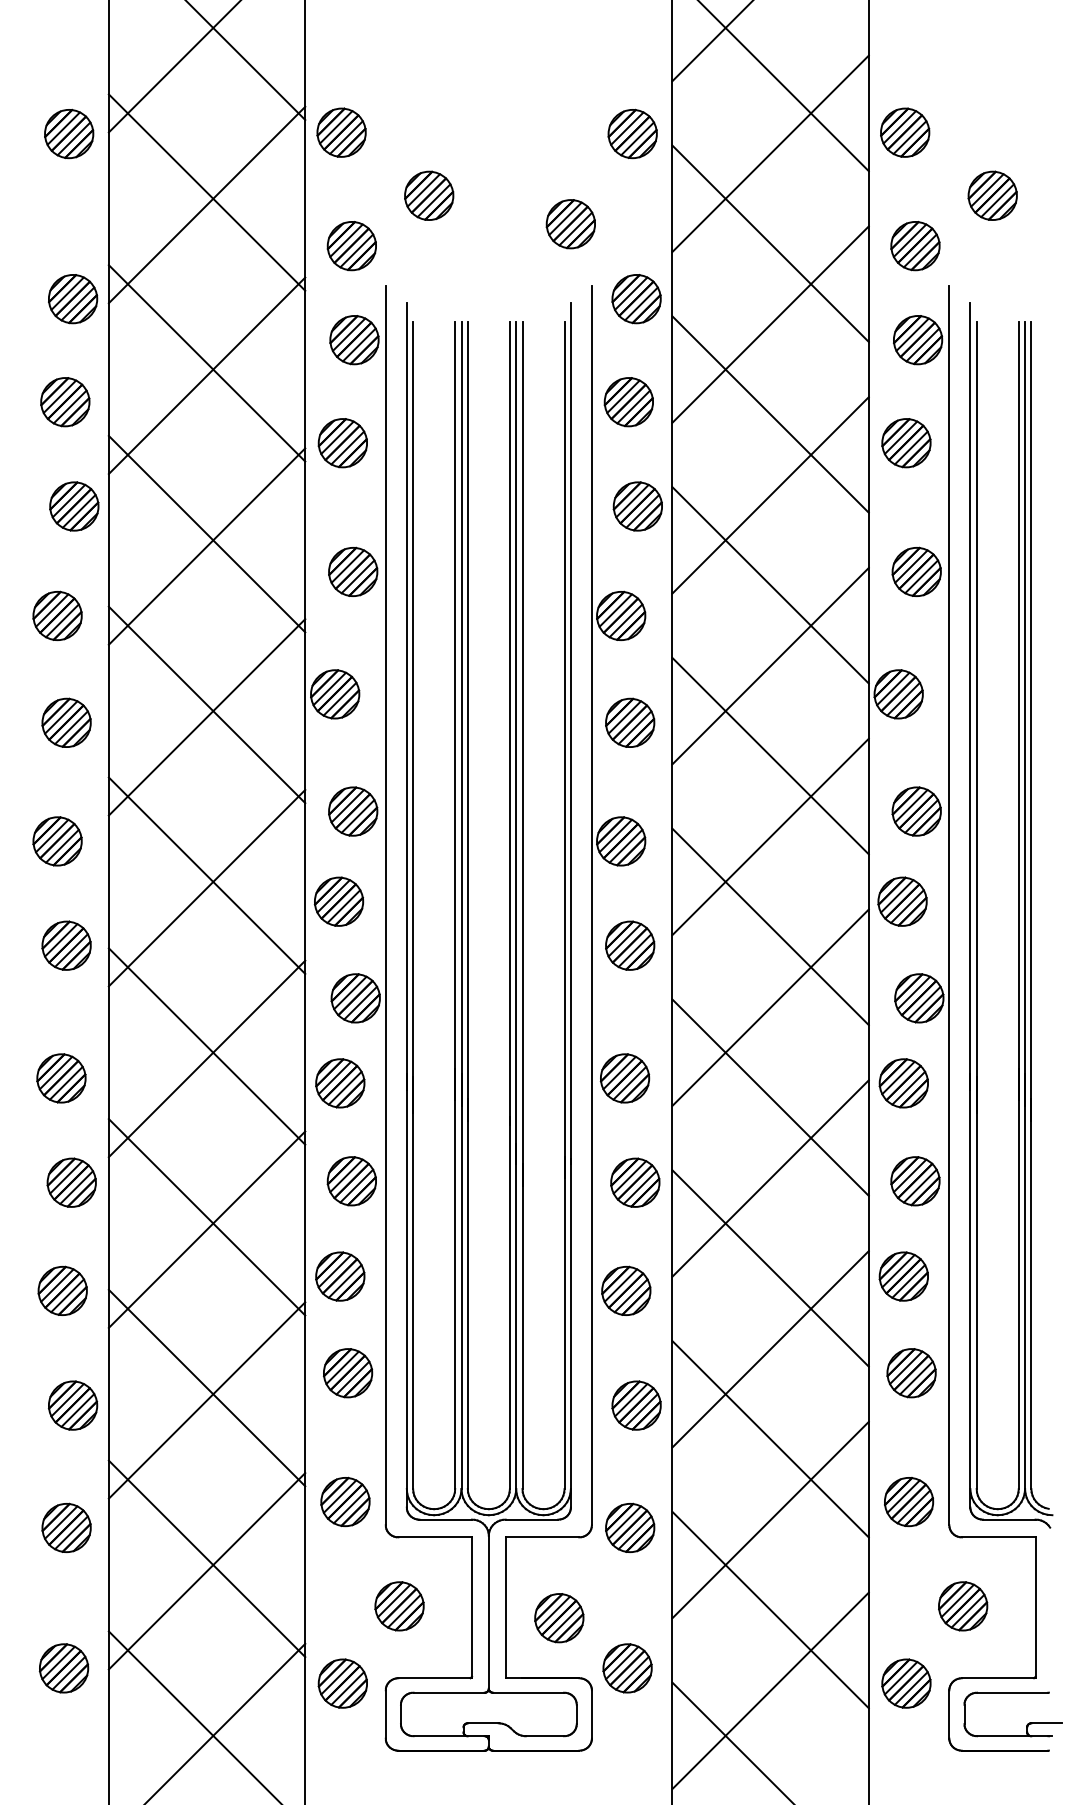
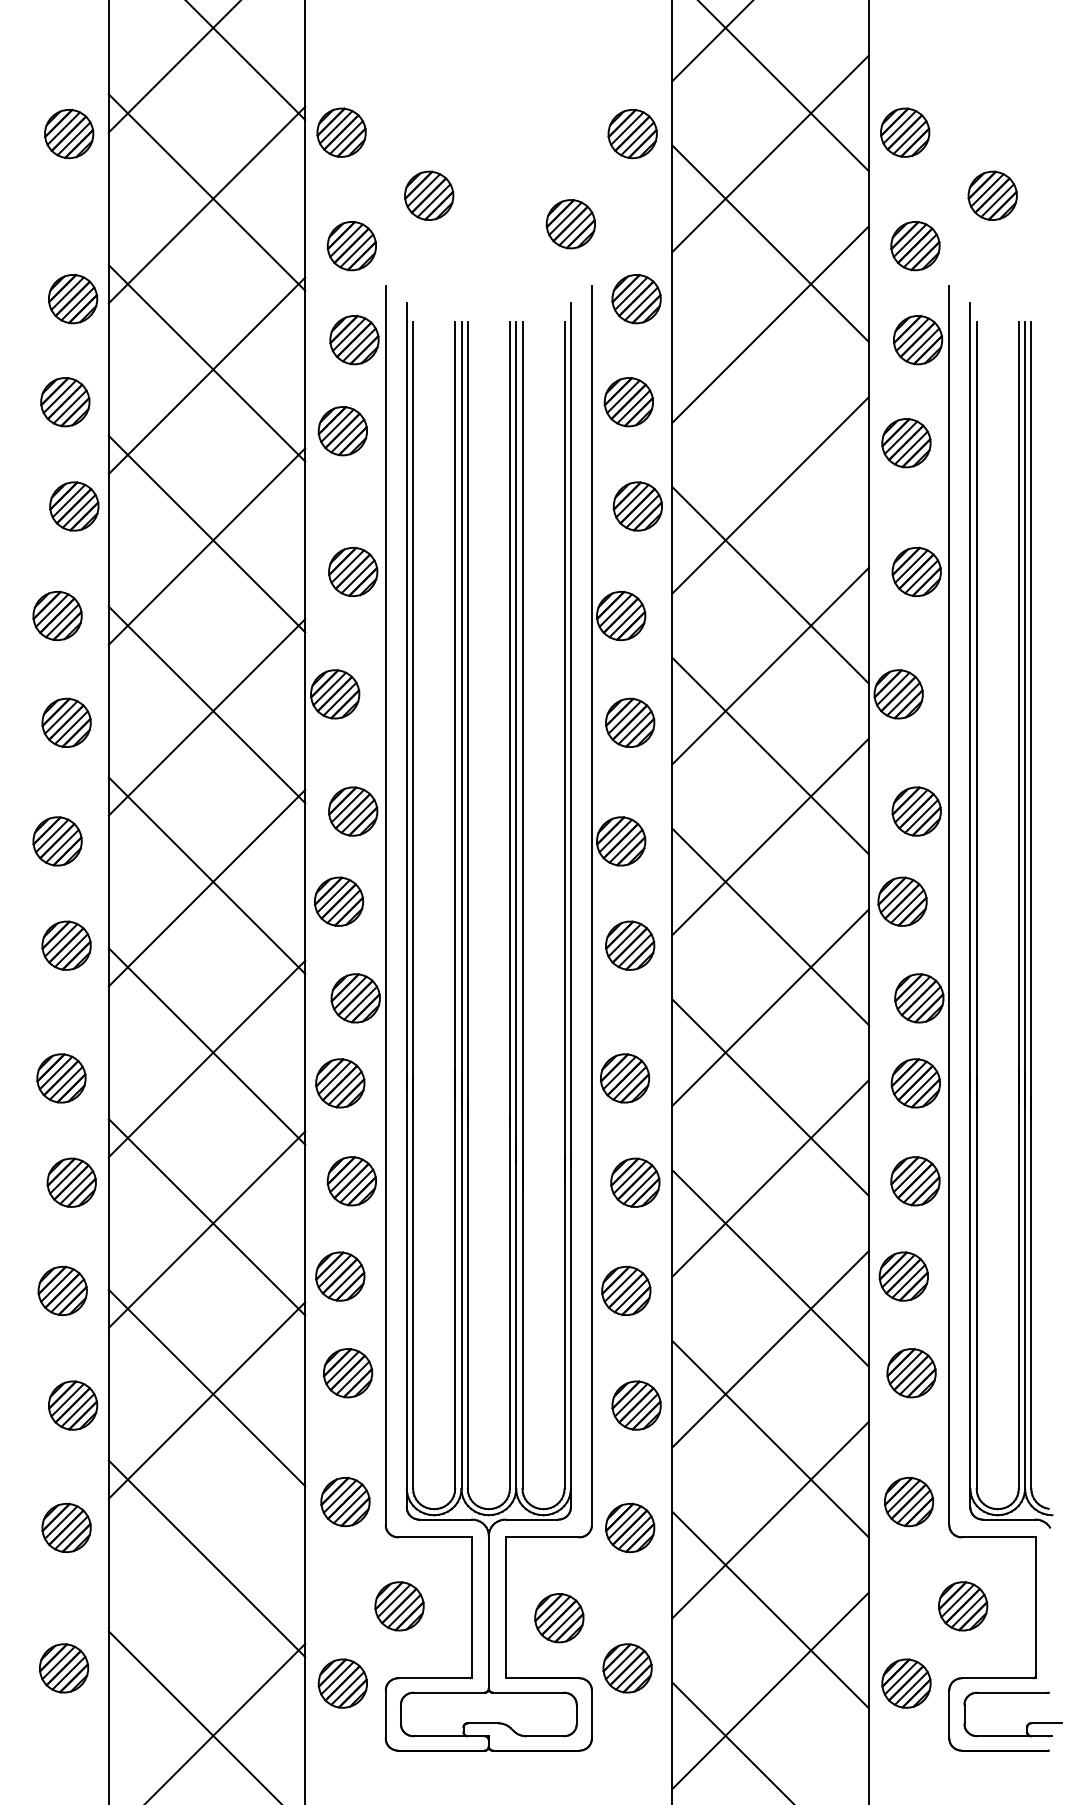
line at (770, 414): present -> none
part at (342, 443) position: (342, 443) -> (342, 431)
part at (903, 1083) position: (903, 1083) -> (915, 1083)
line at (206, 1571): present -> none
